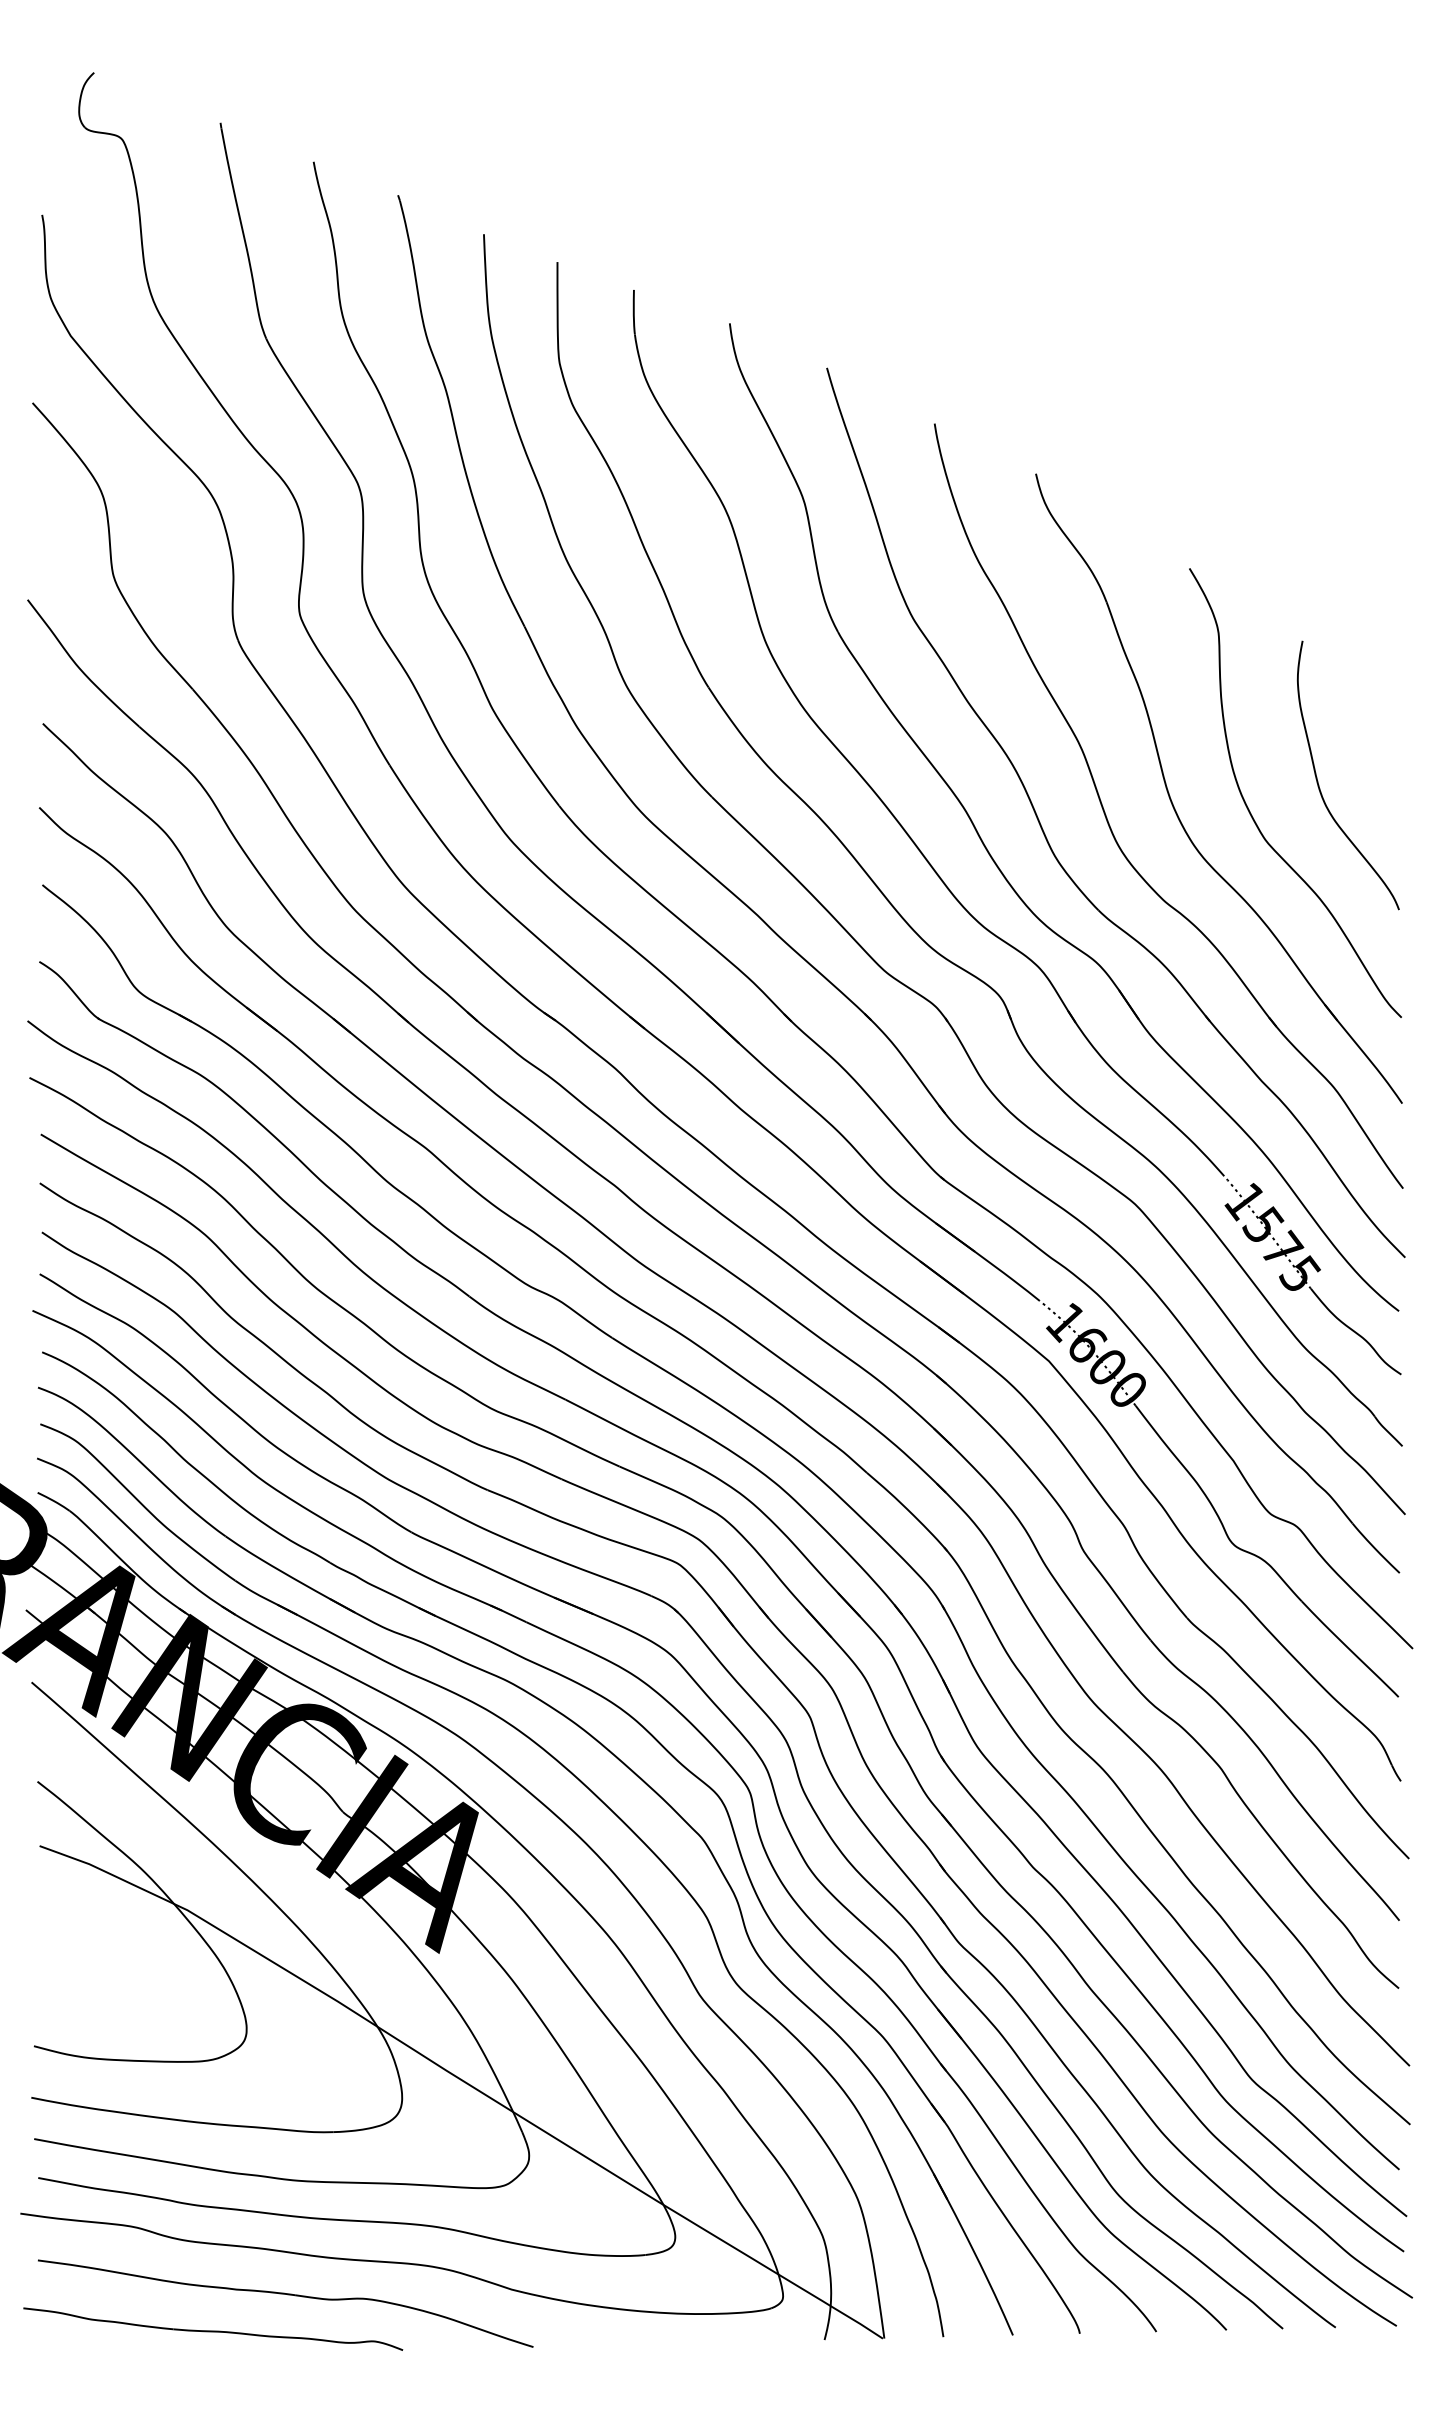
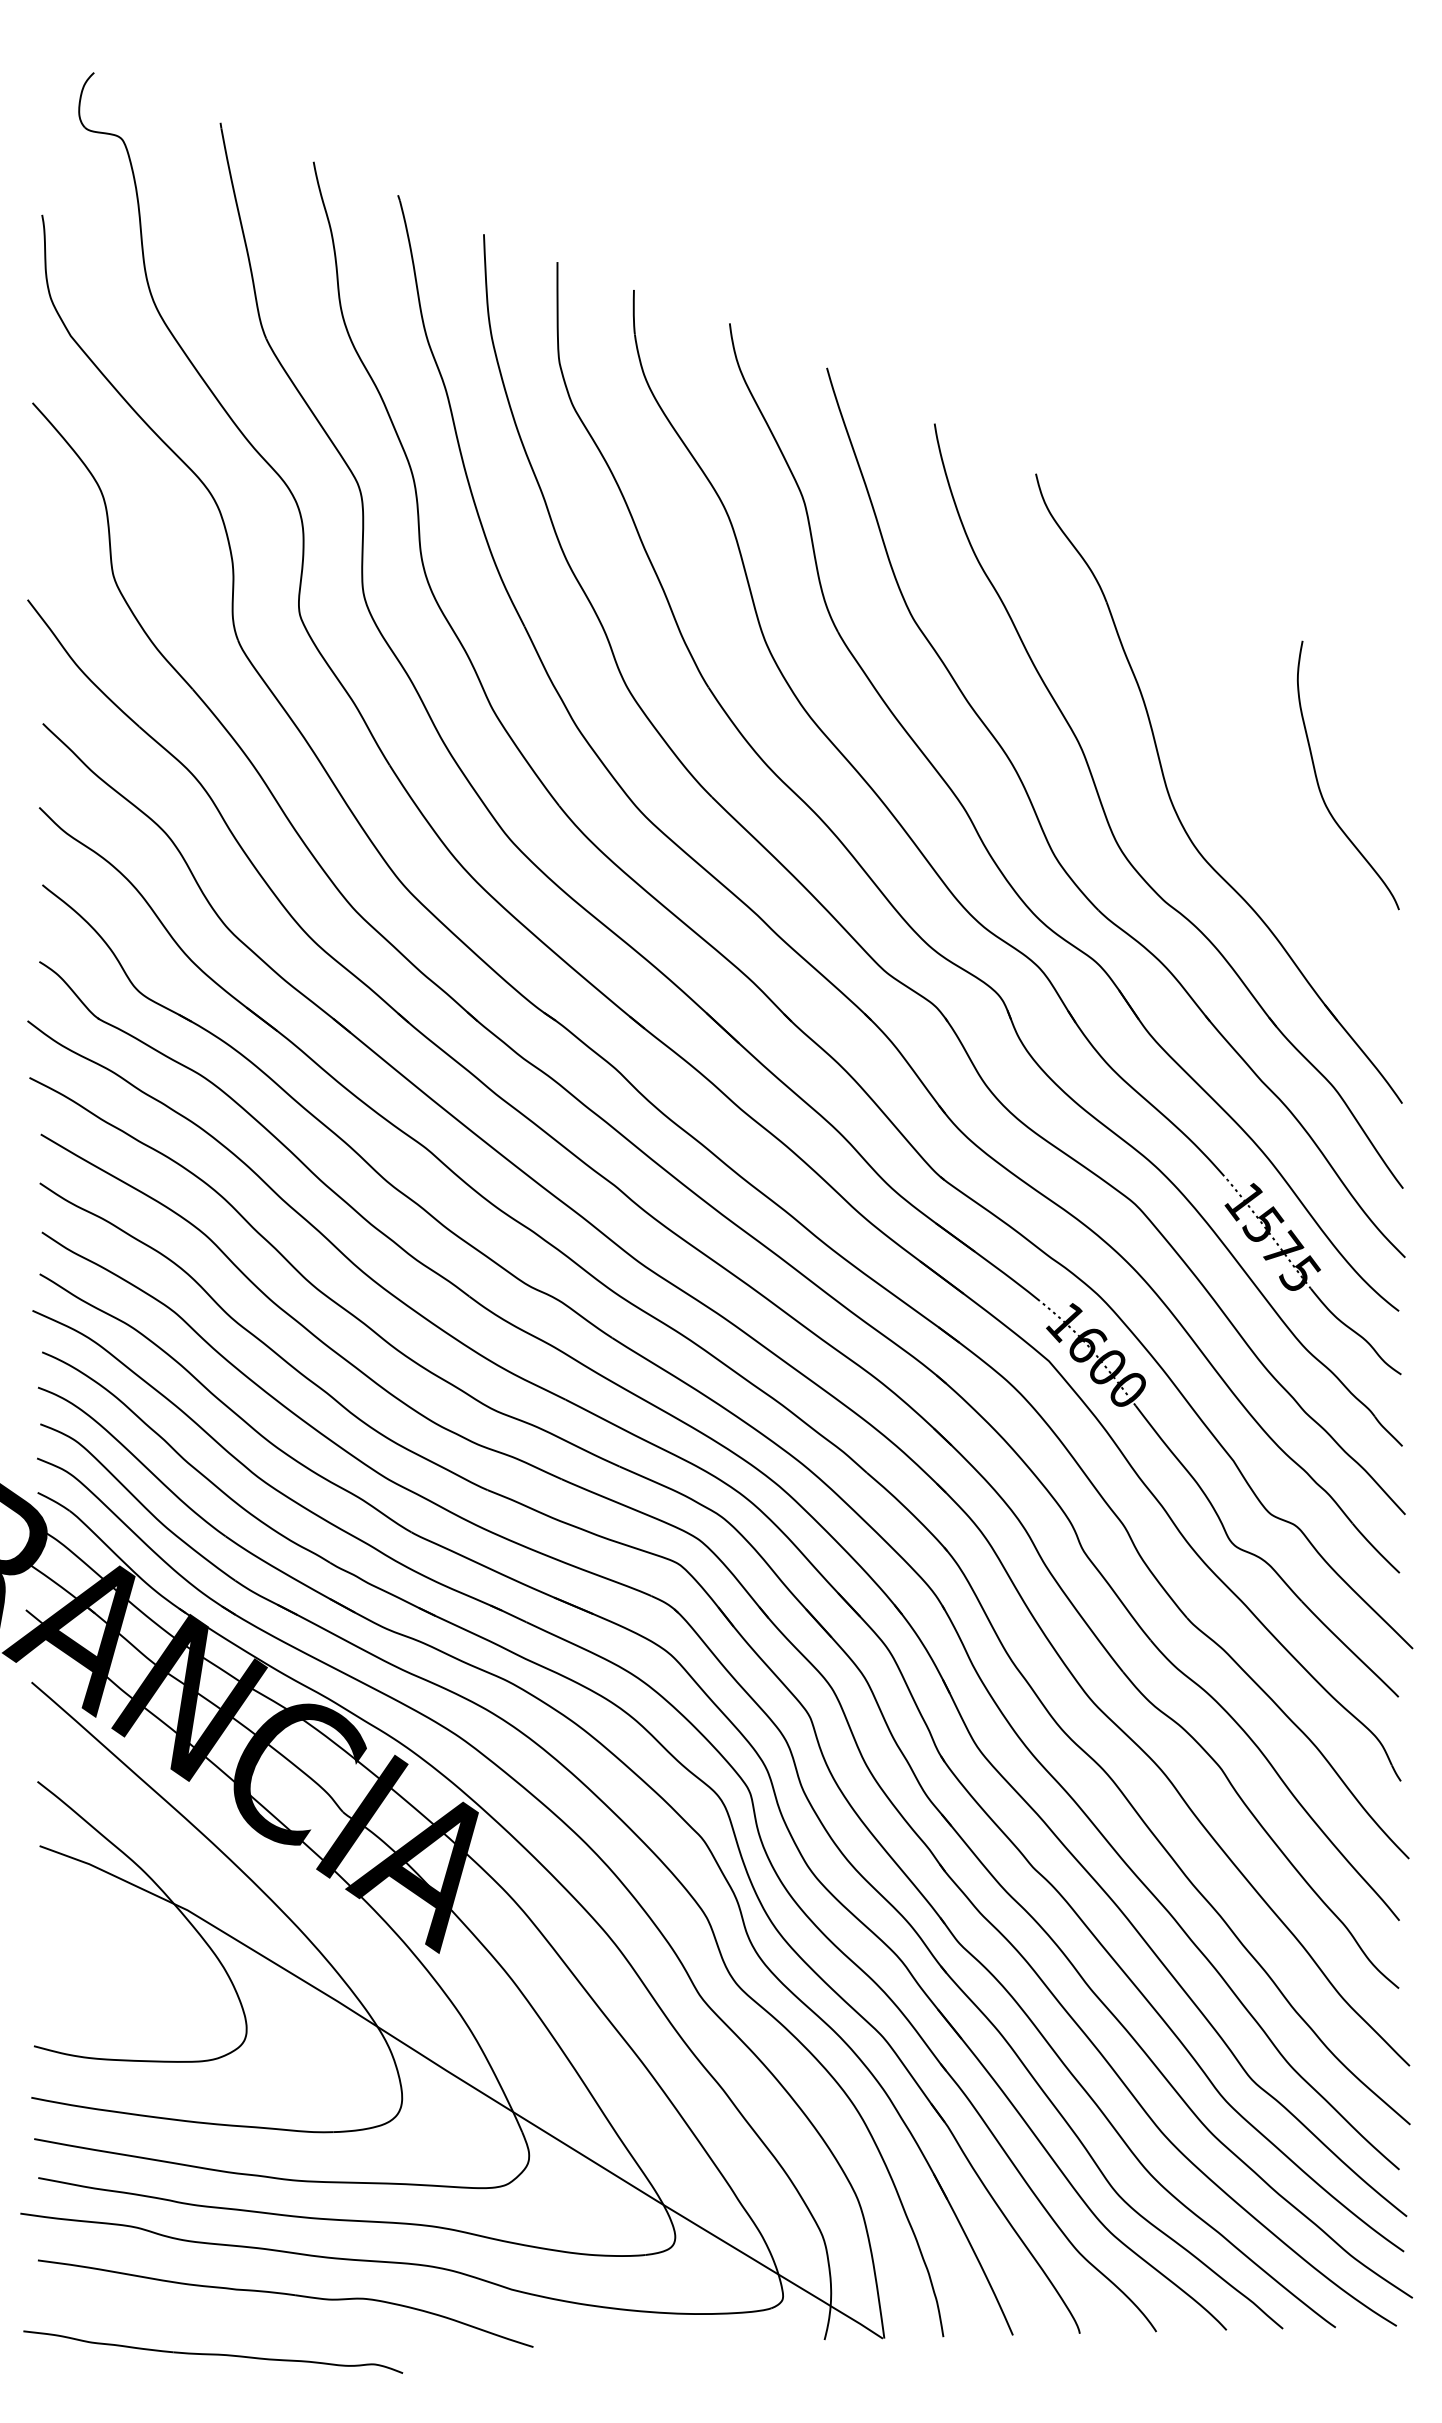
curve at (1251, 813): present -> none
part at (213, 2328) position: (213, 2328) -> (213, 2351)
